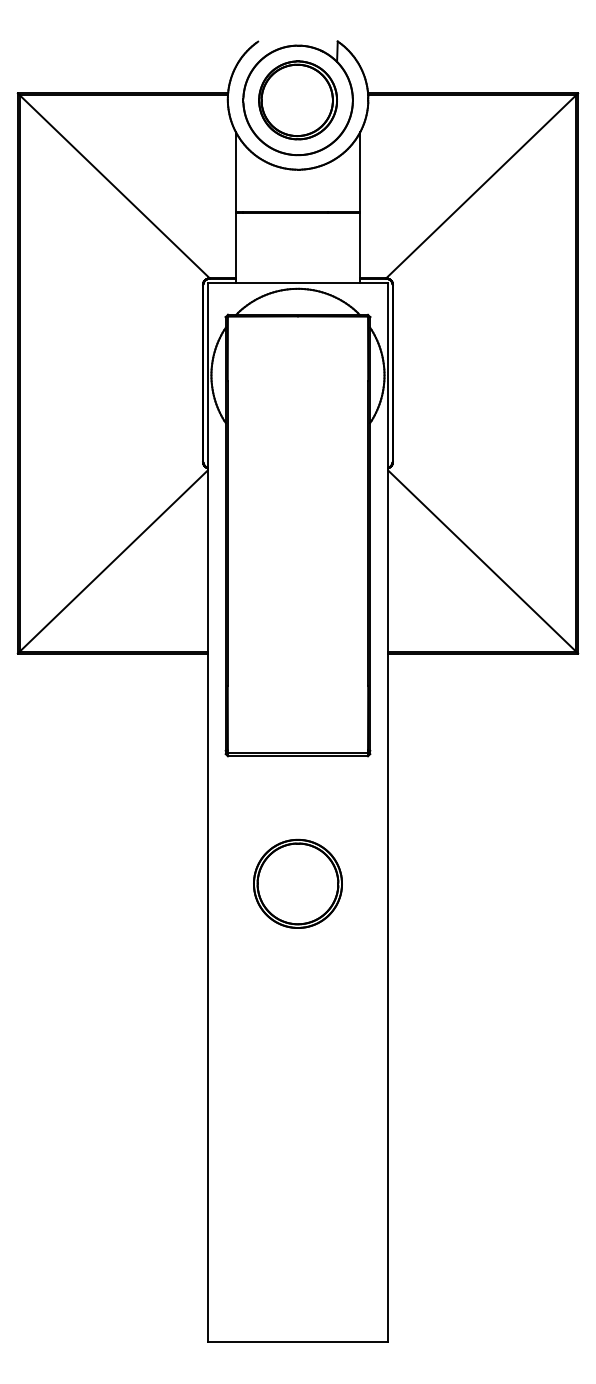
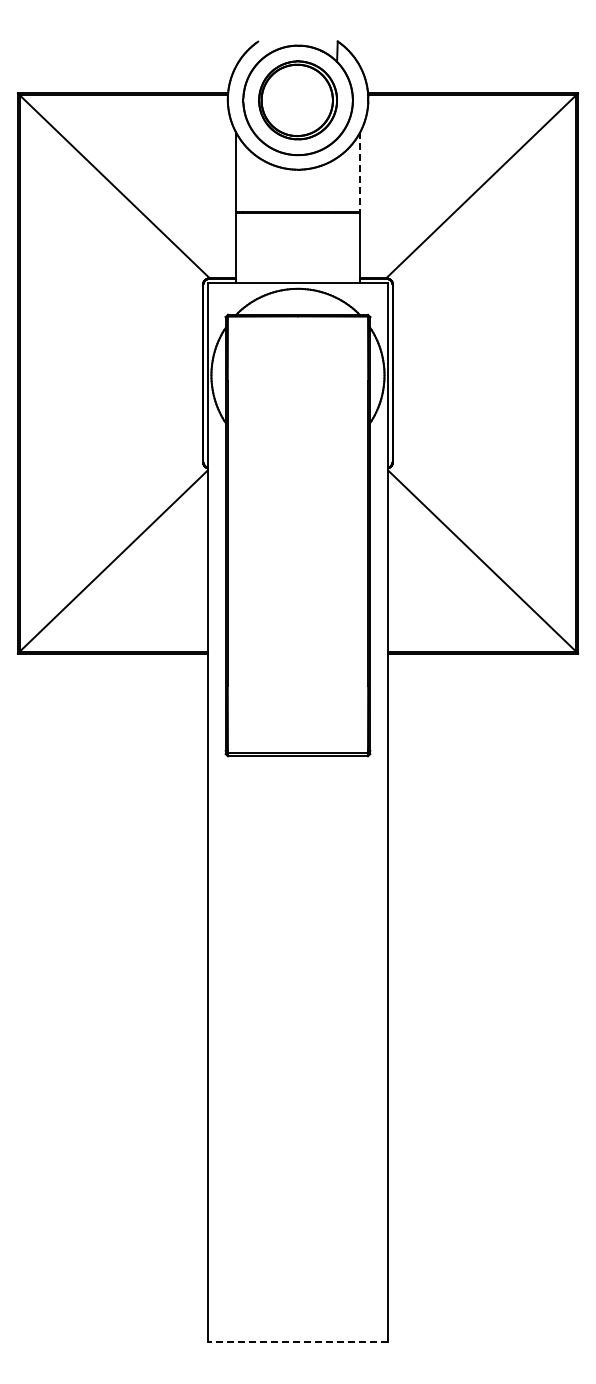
line at (360, 172): solid -> dashed
part at (297, 883): present -> none
line at (297, 1342): solid -> dashed
